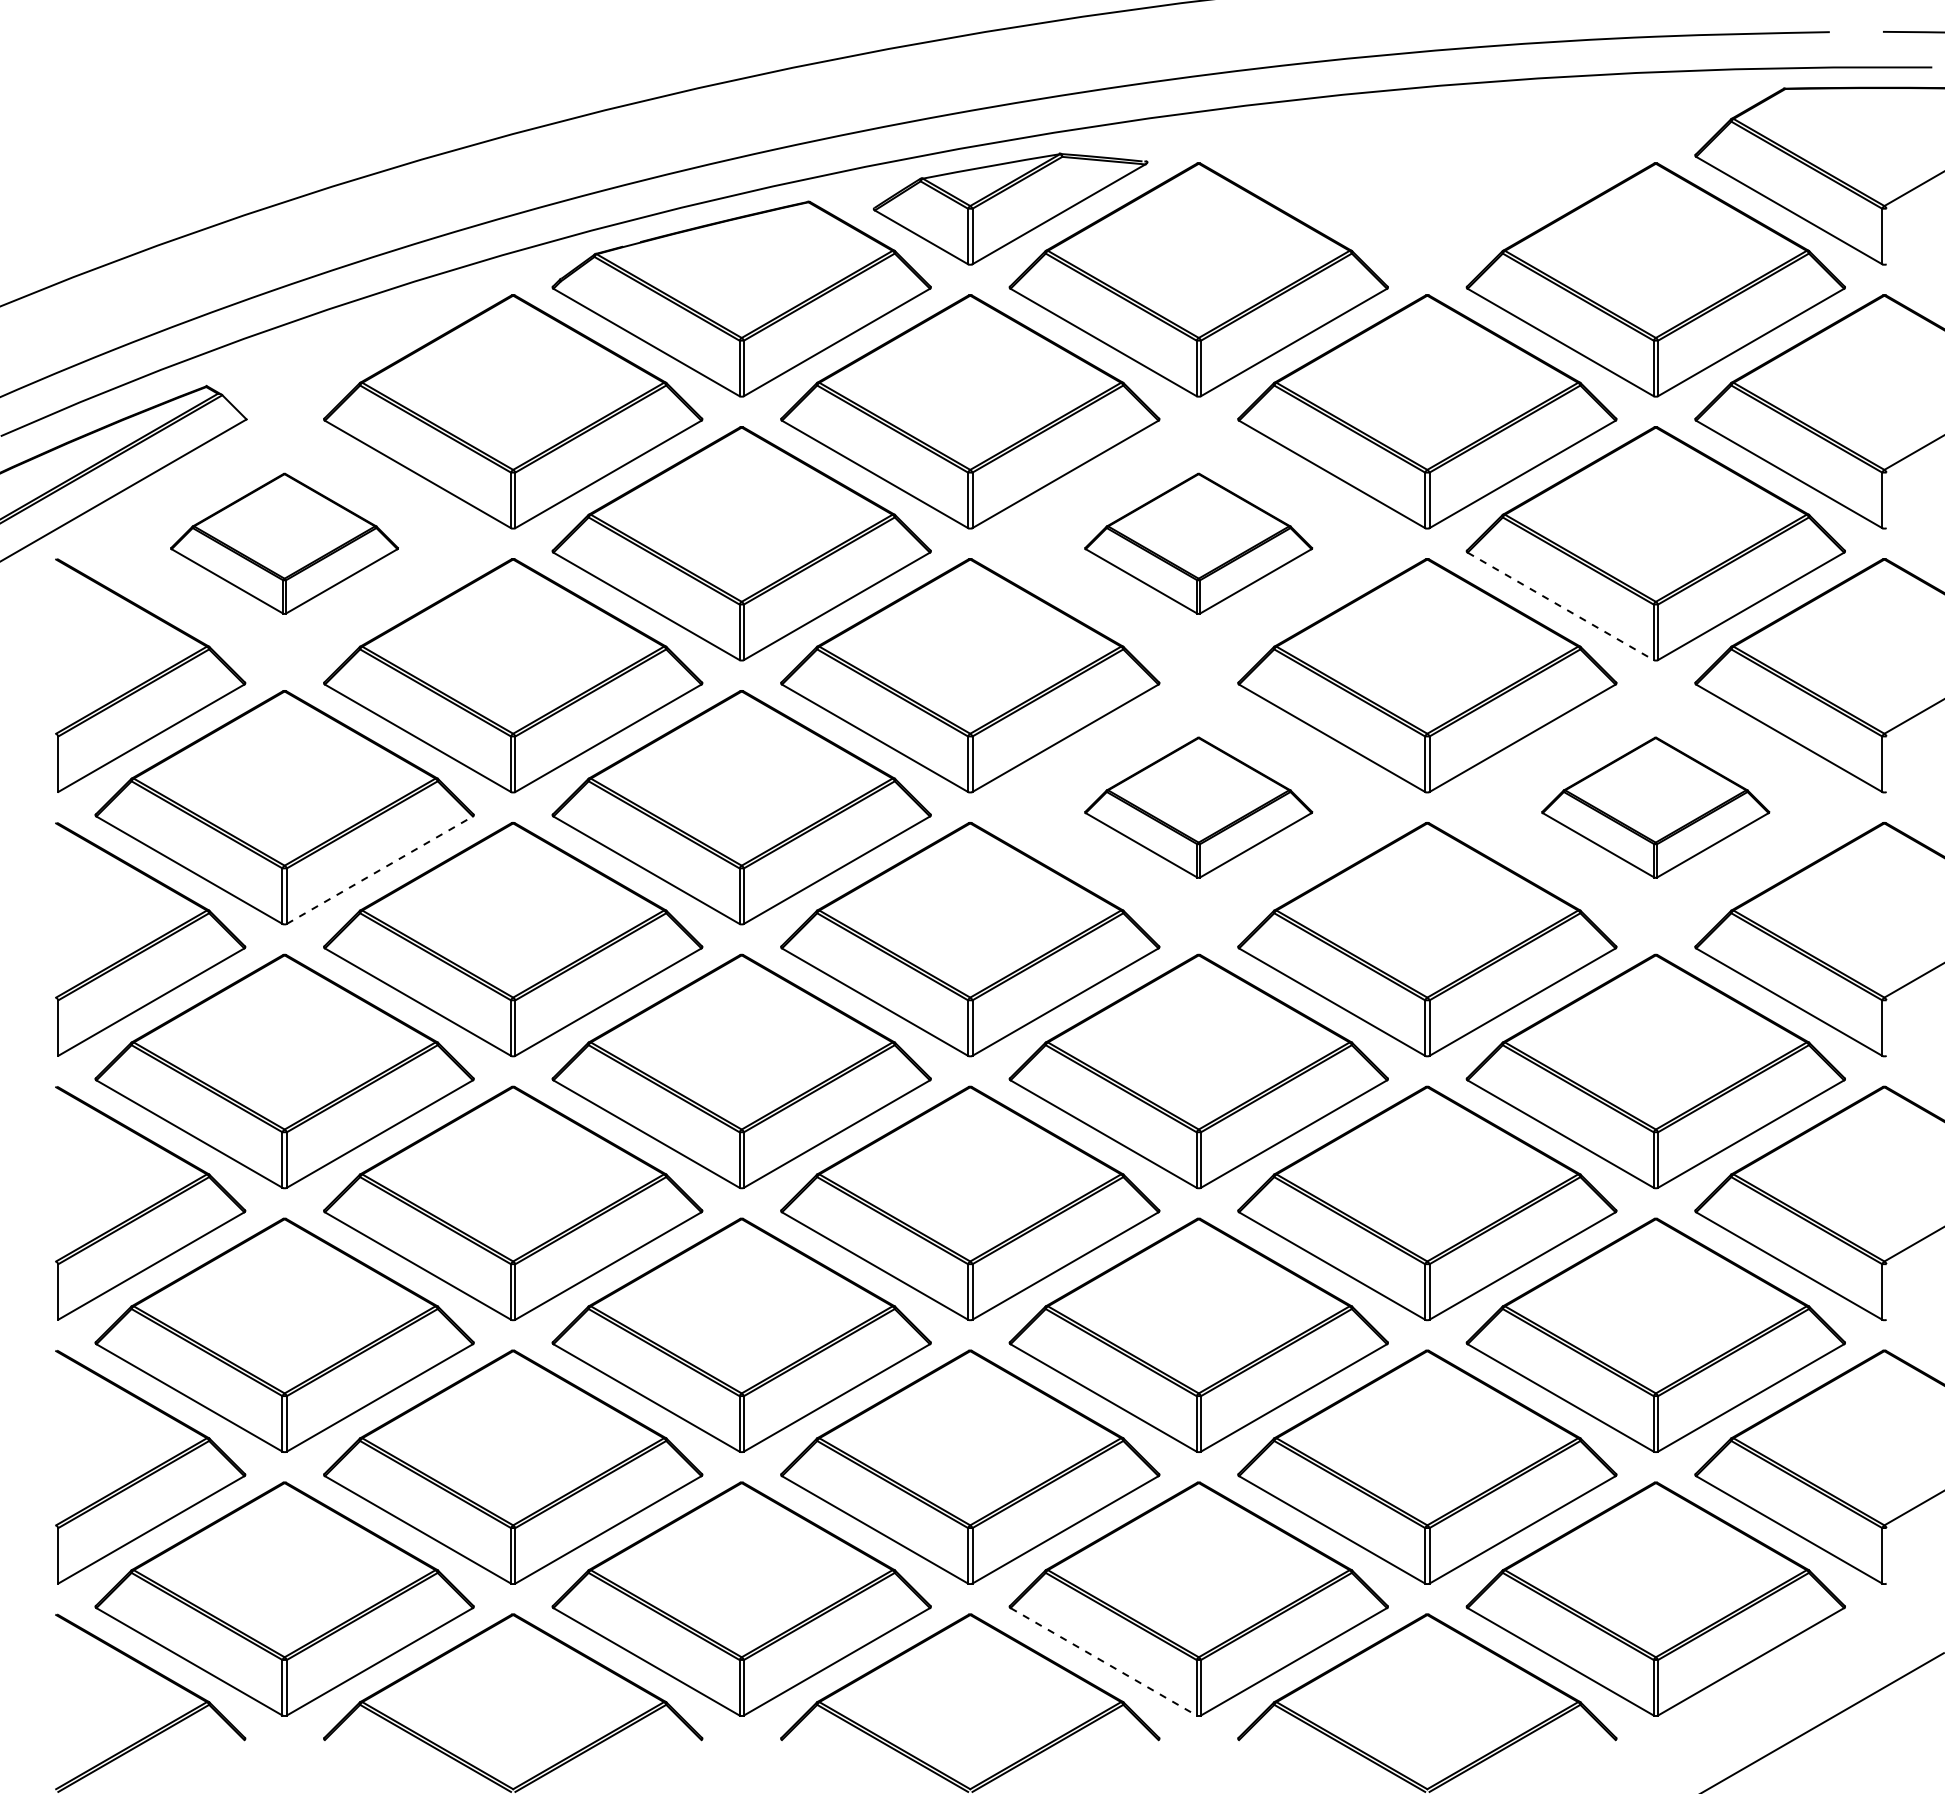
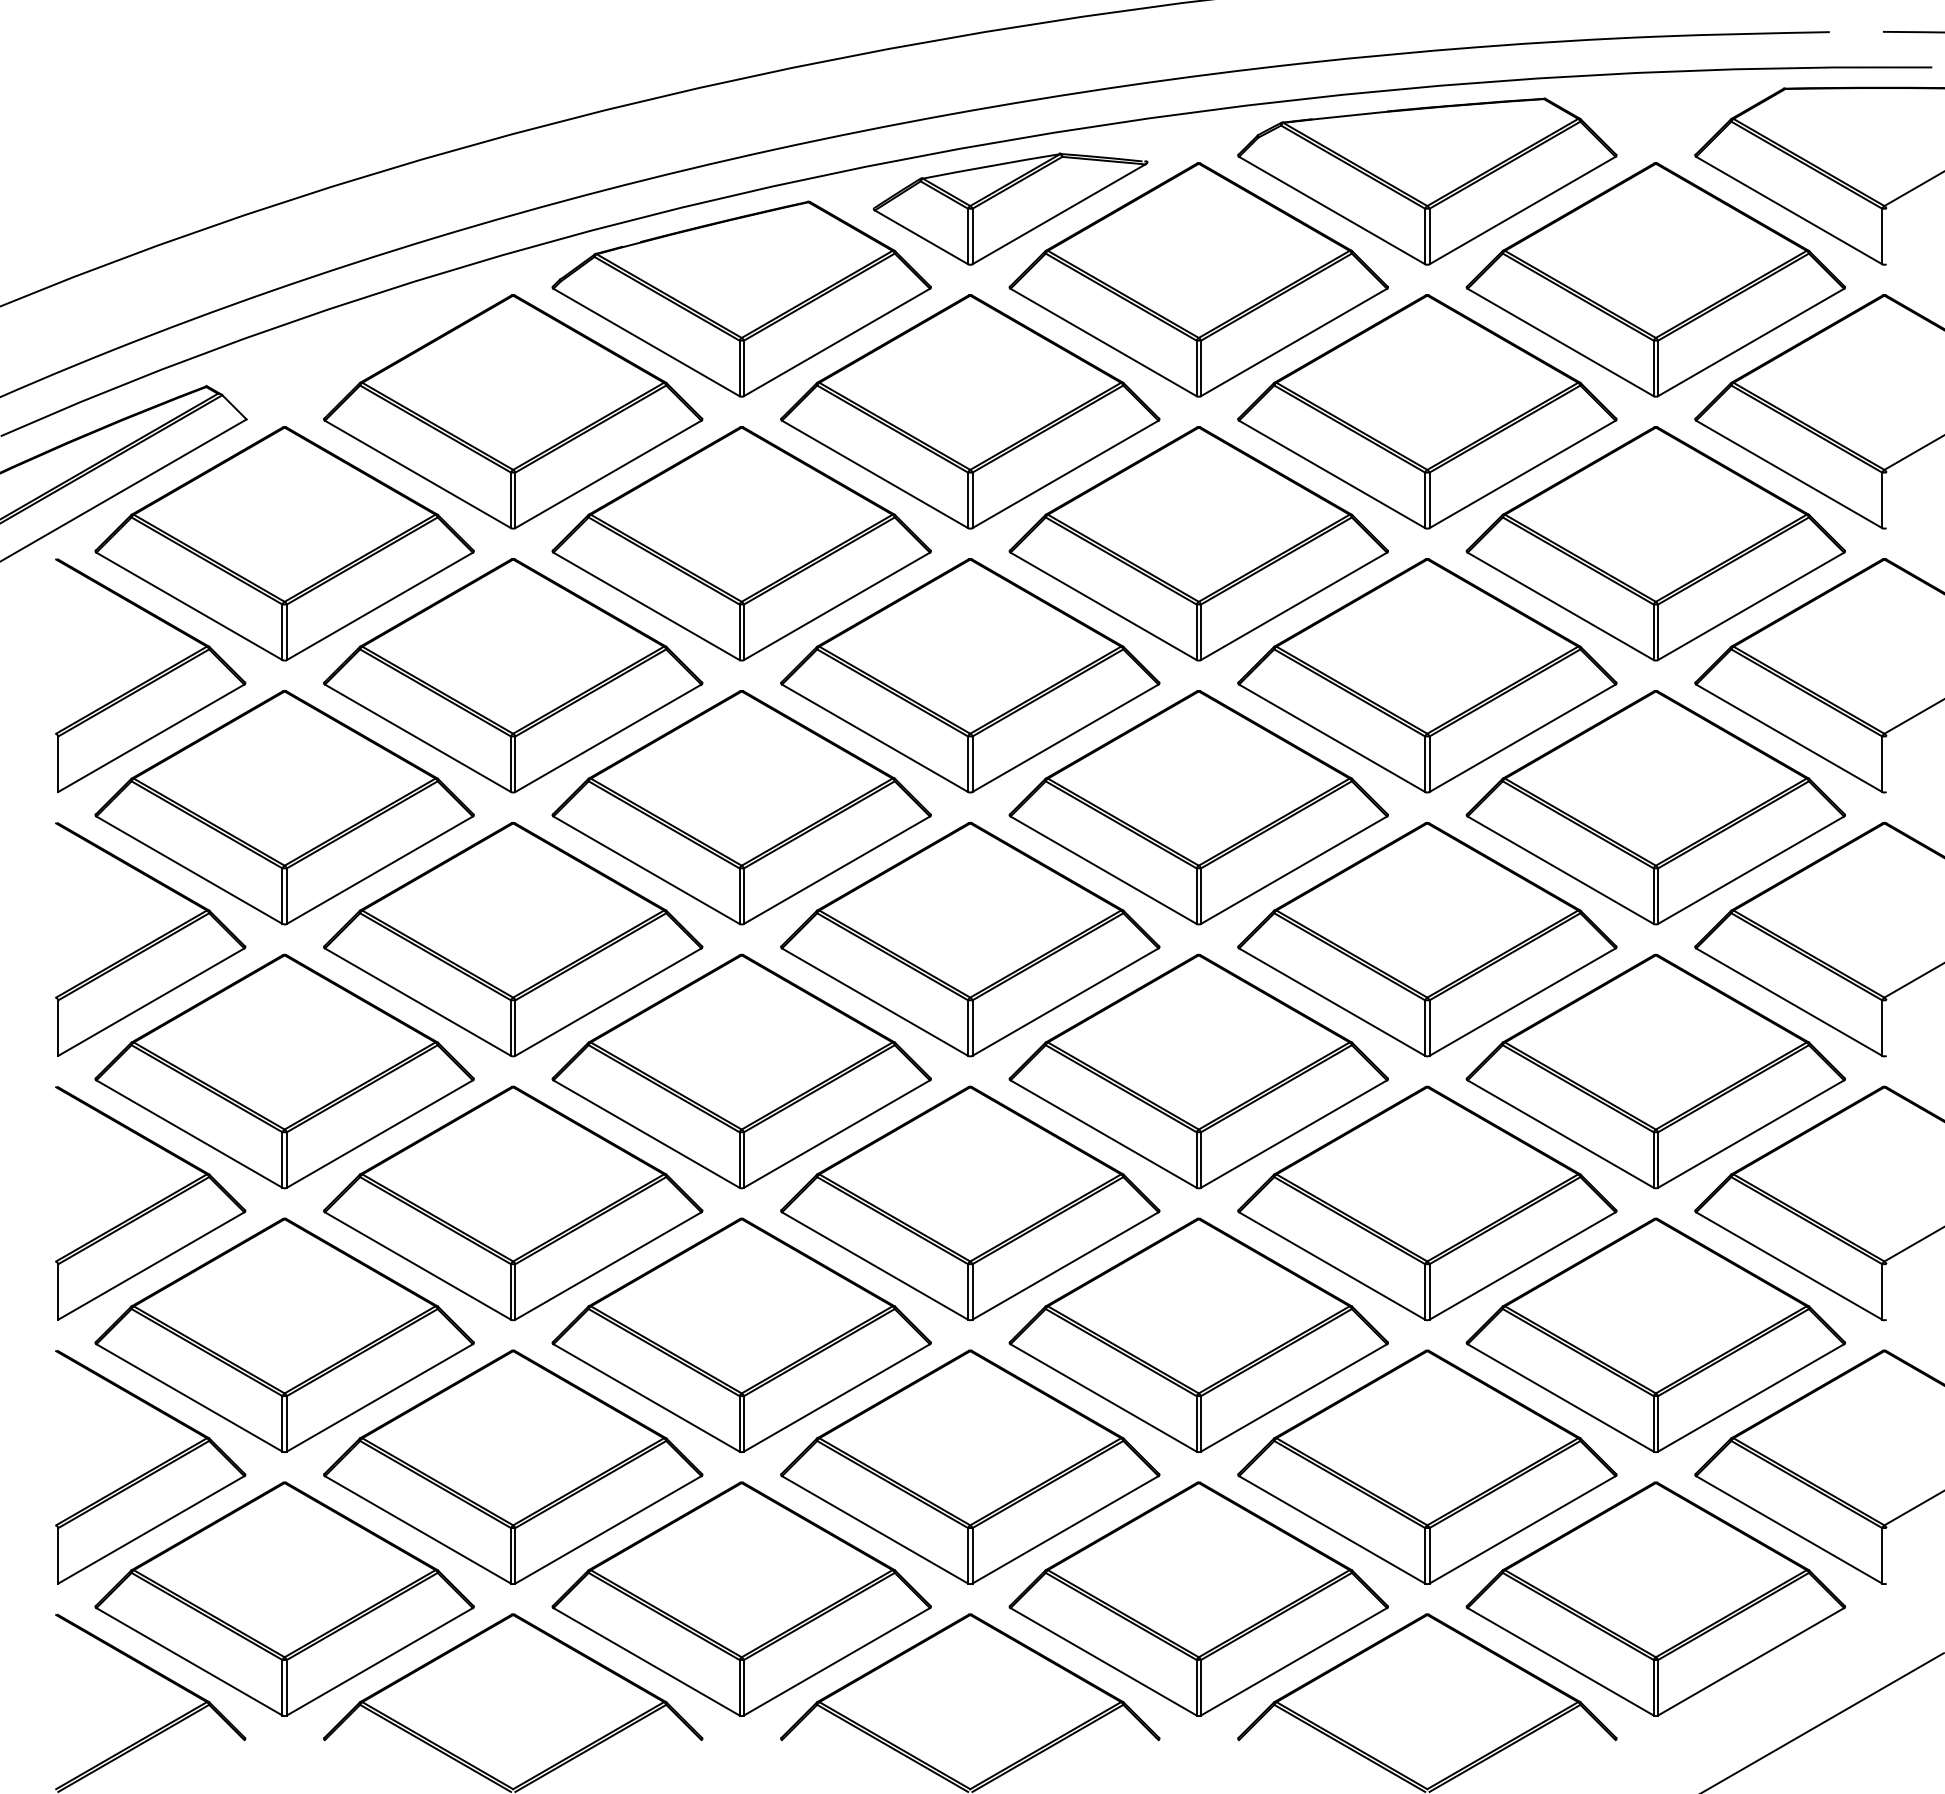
part at (1427, 181): none -> present
part at (284, 543) size: 229x143 px -> 381x236 px
part at (1198, 543) size: 230x143 px -> 381x236 px
line at (1561, 606): dashed -> solid
part at (1198, 807) size: 230x143 px -> 381x236 px
part at (1655, 807) size: 230x143 px -> 381x236 px
line at (380, 869): dashed -> solid
line at (1104, 1662): dashed -> solid
